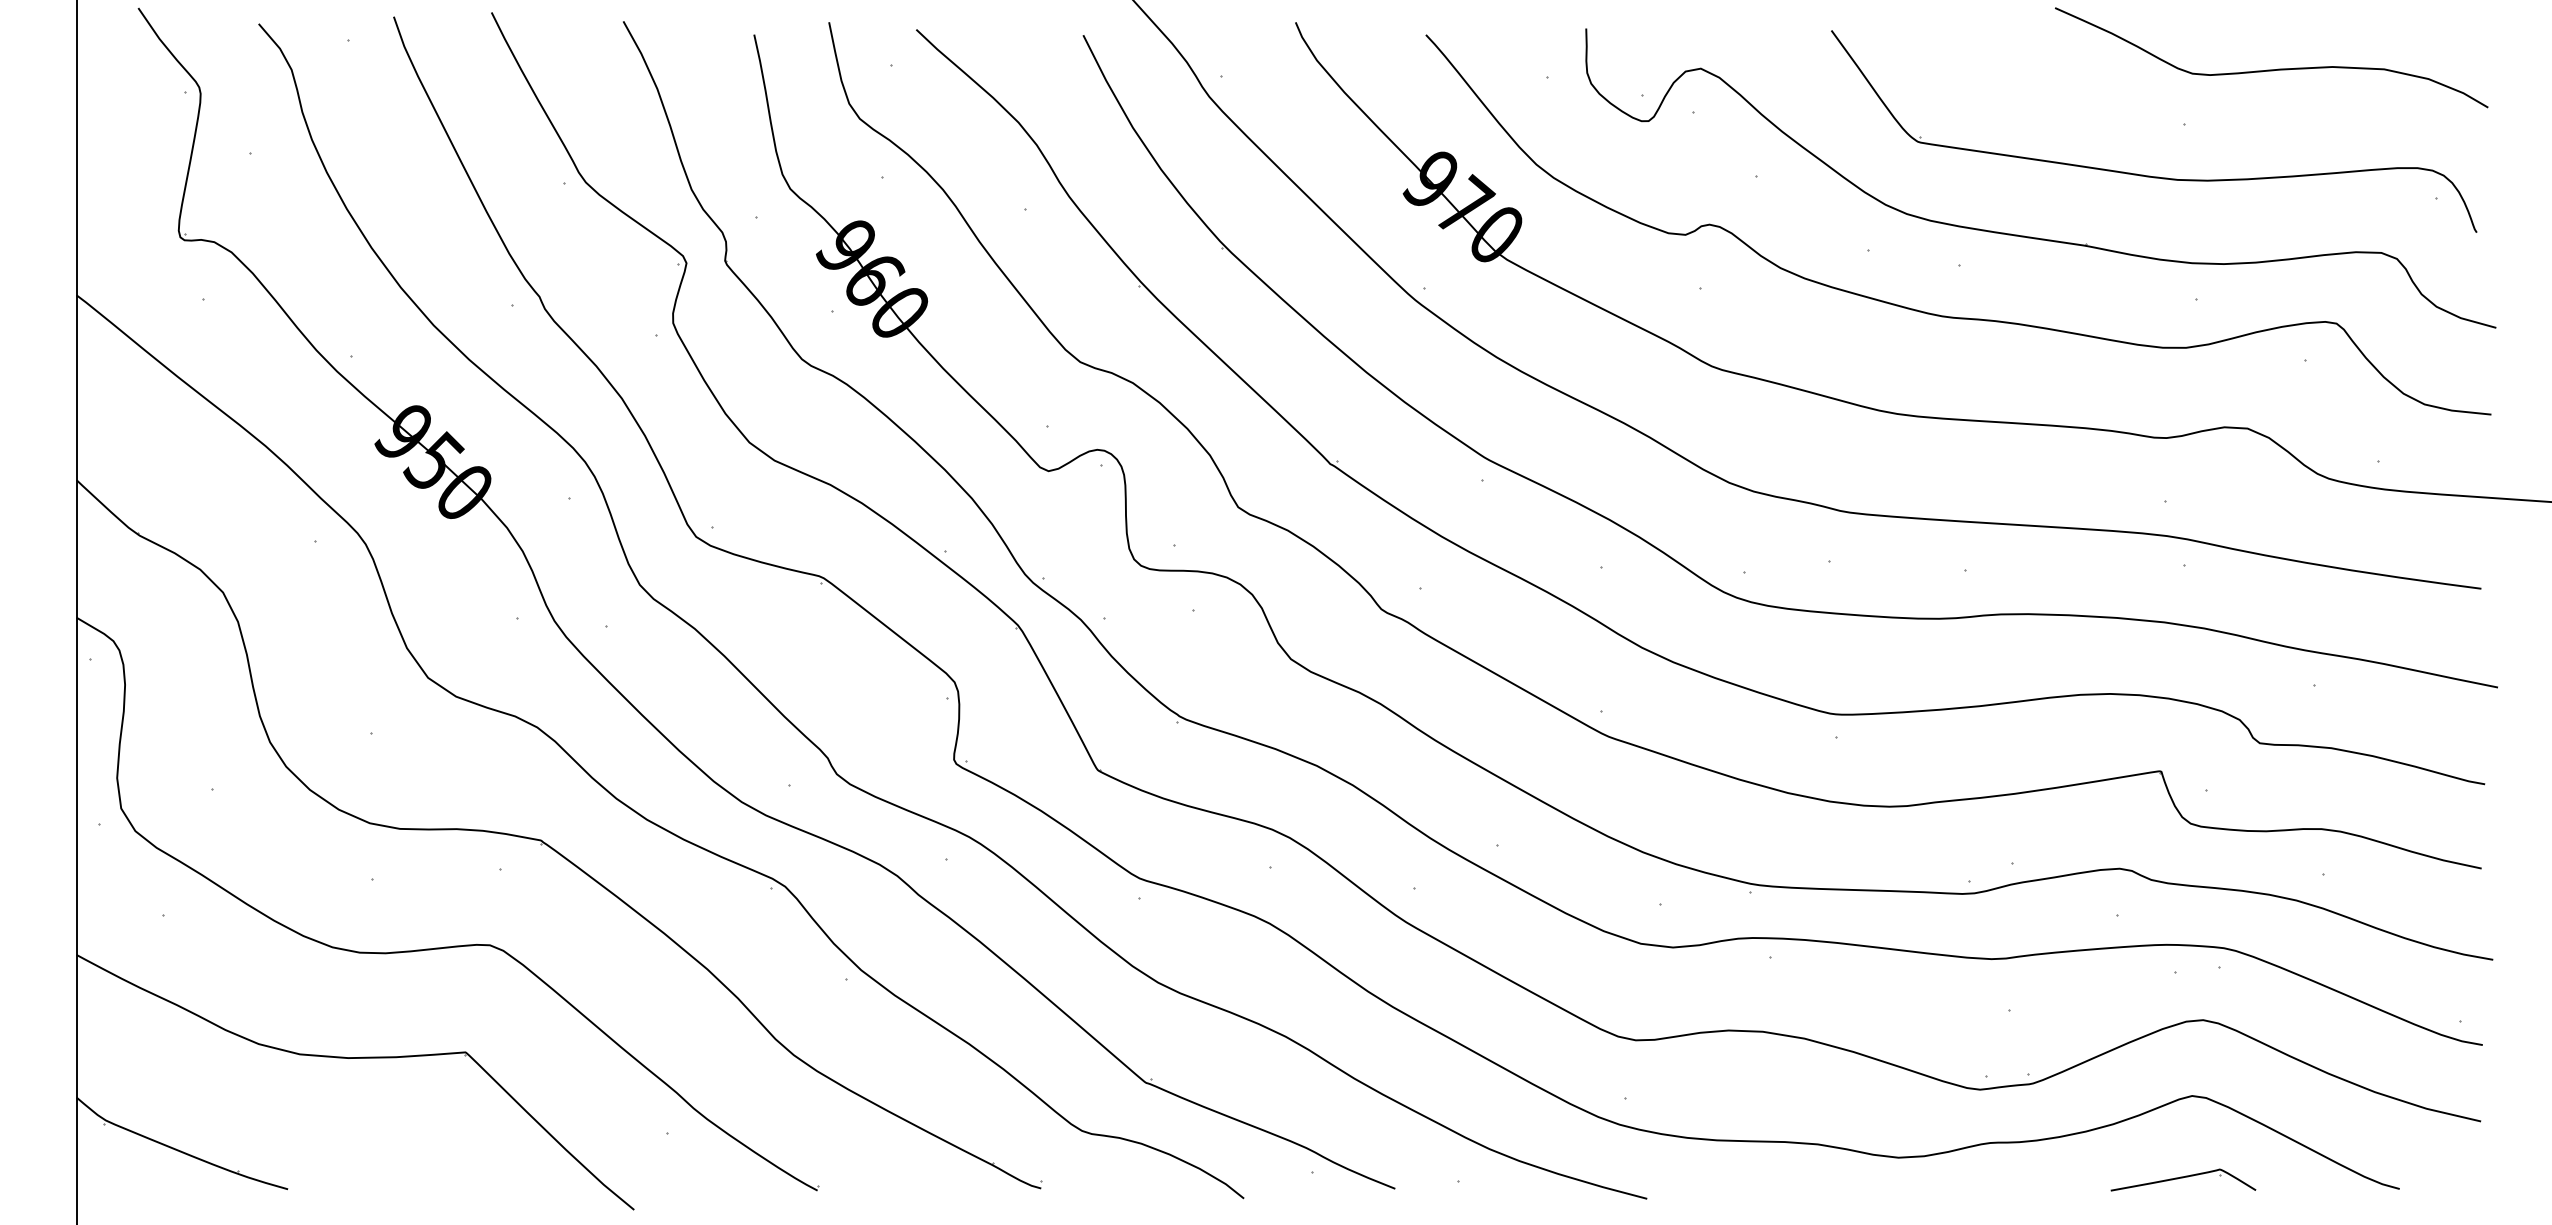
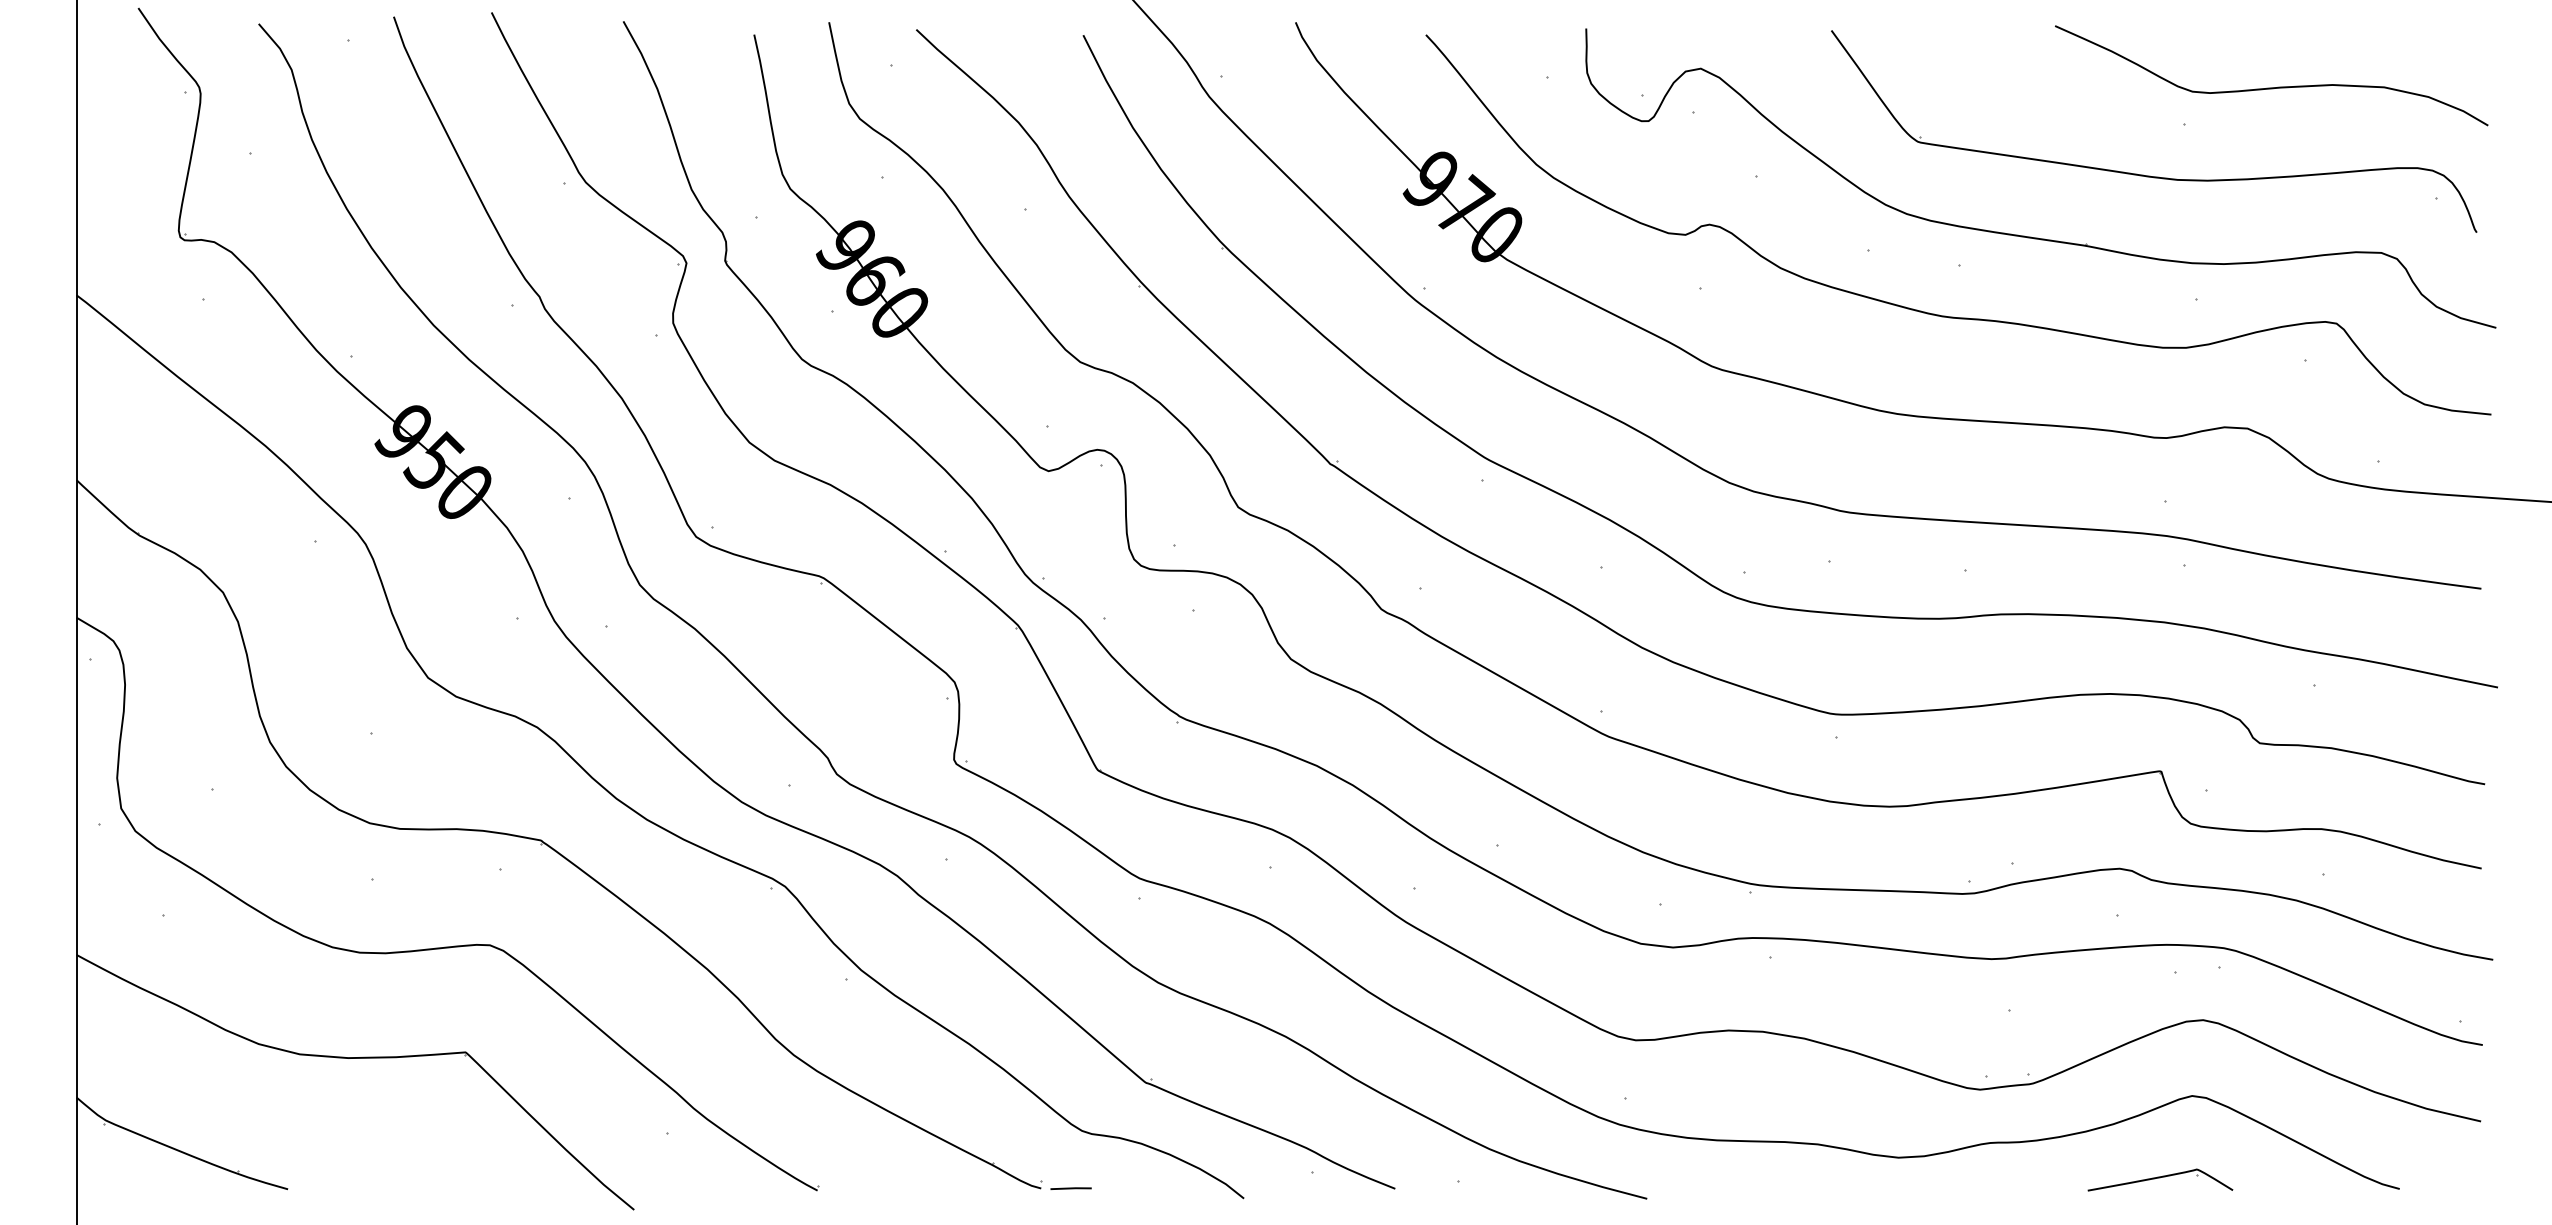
curve at (2271, 69) position: (2271, 69) -> (2271, 87)
part at (2183, 1179) position: (2183, 1179) -> (2160, 1179)
line at (1070, 1188): none -> present
